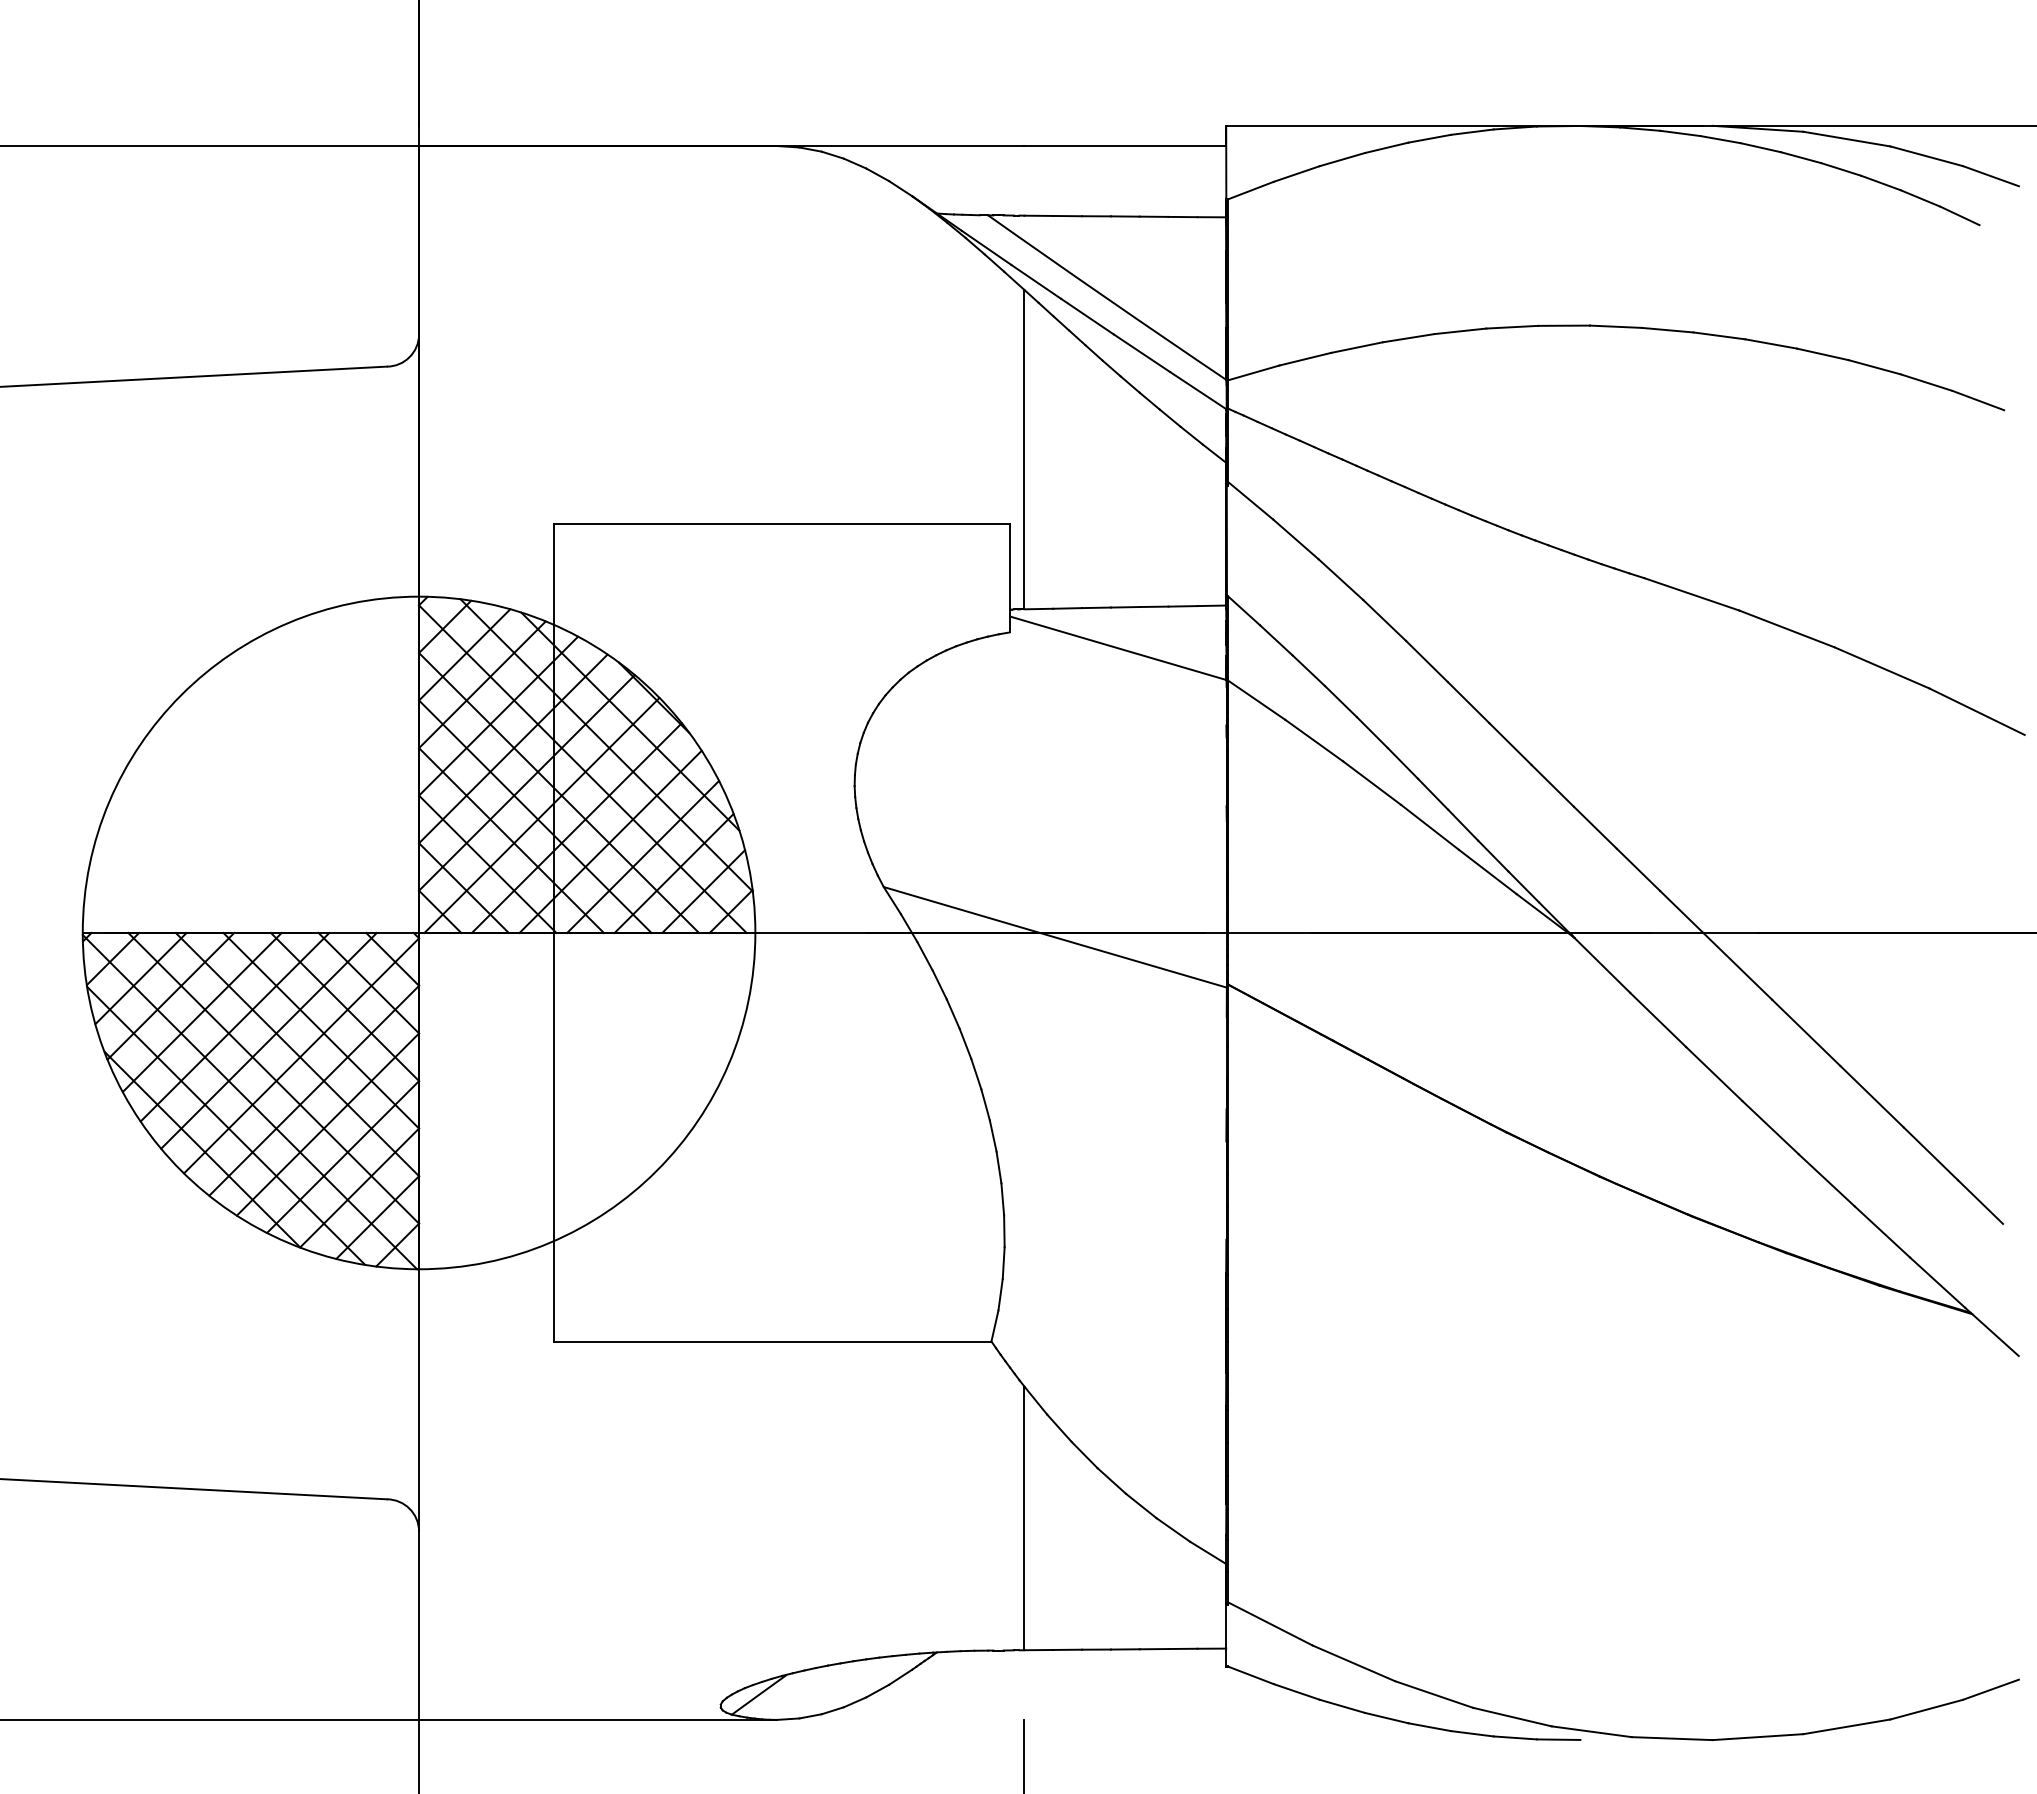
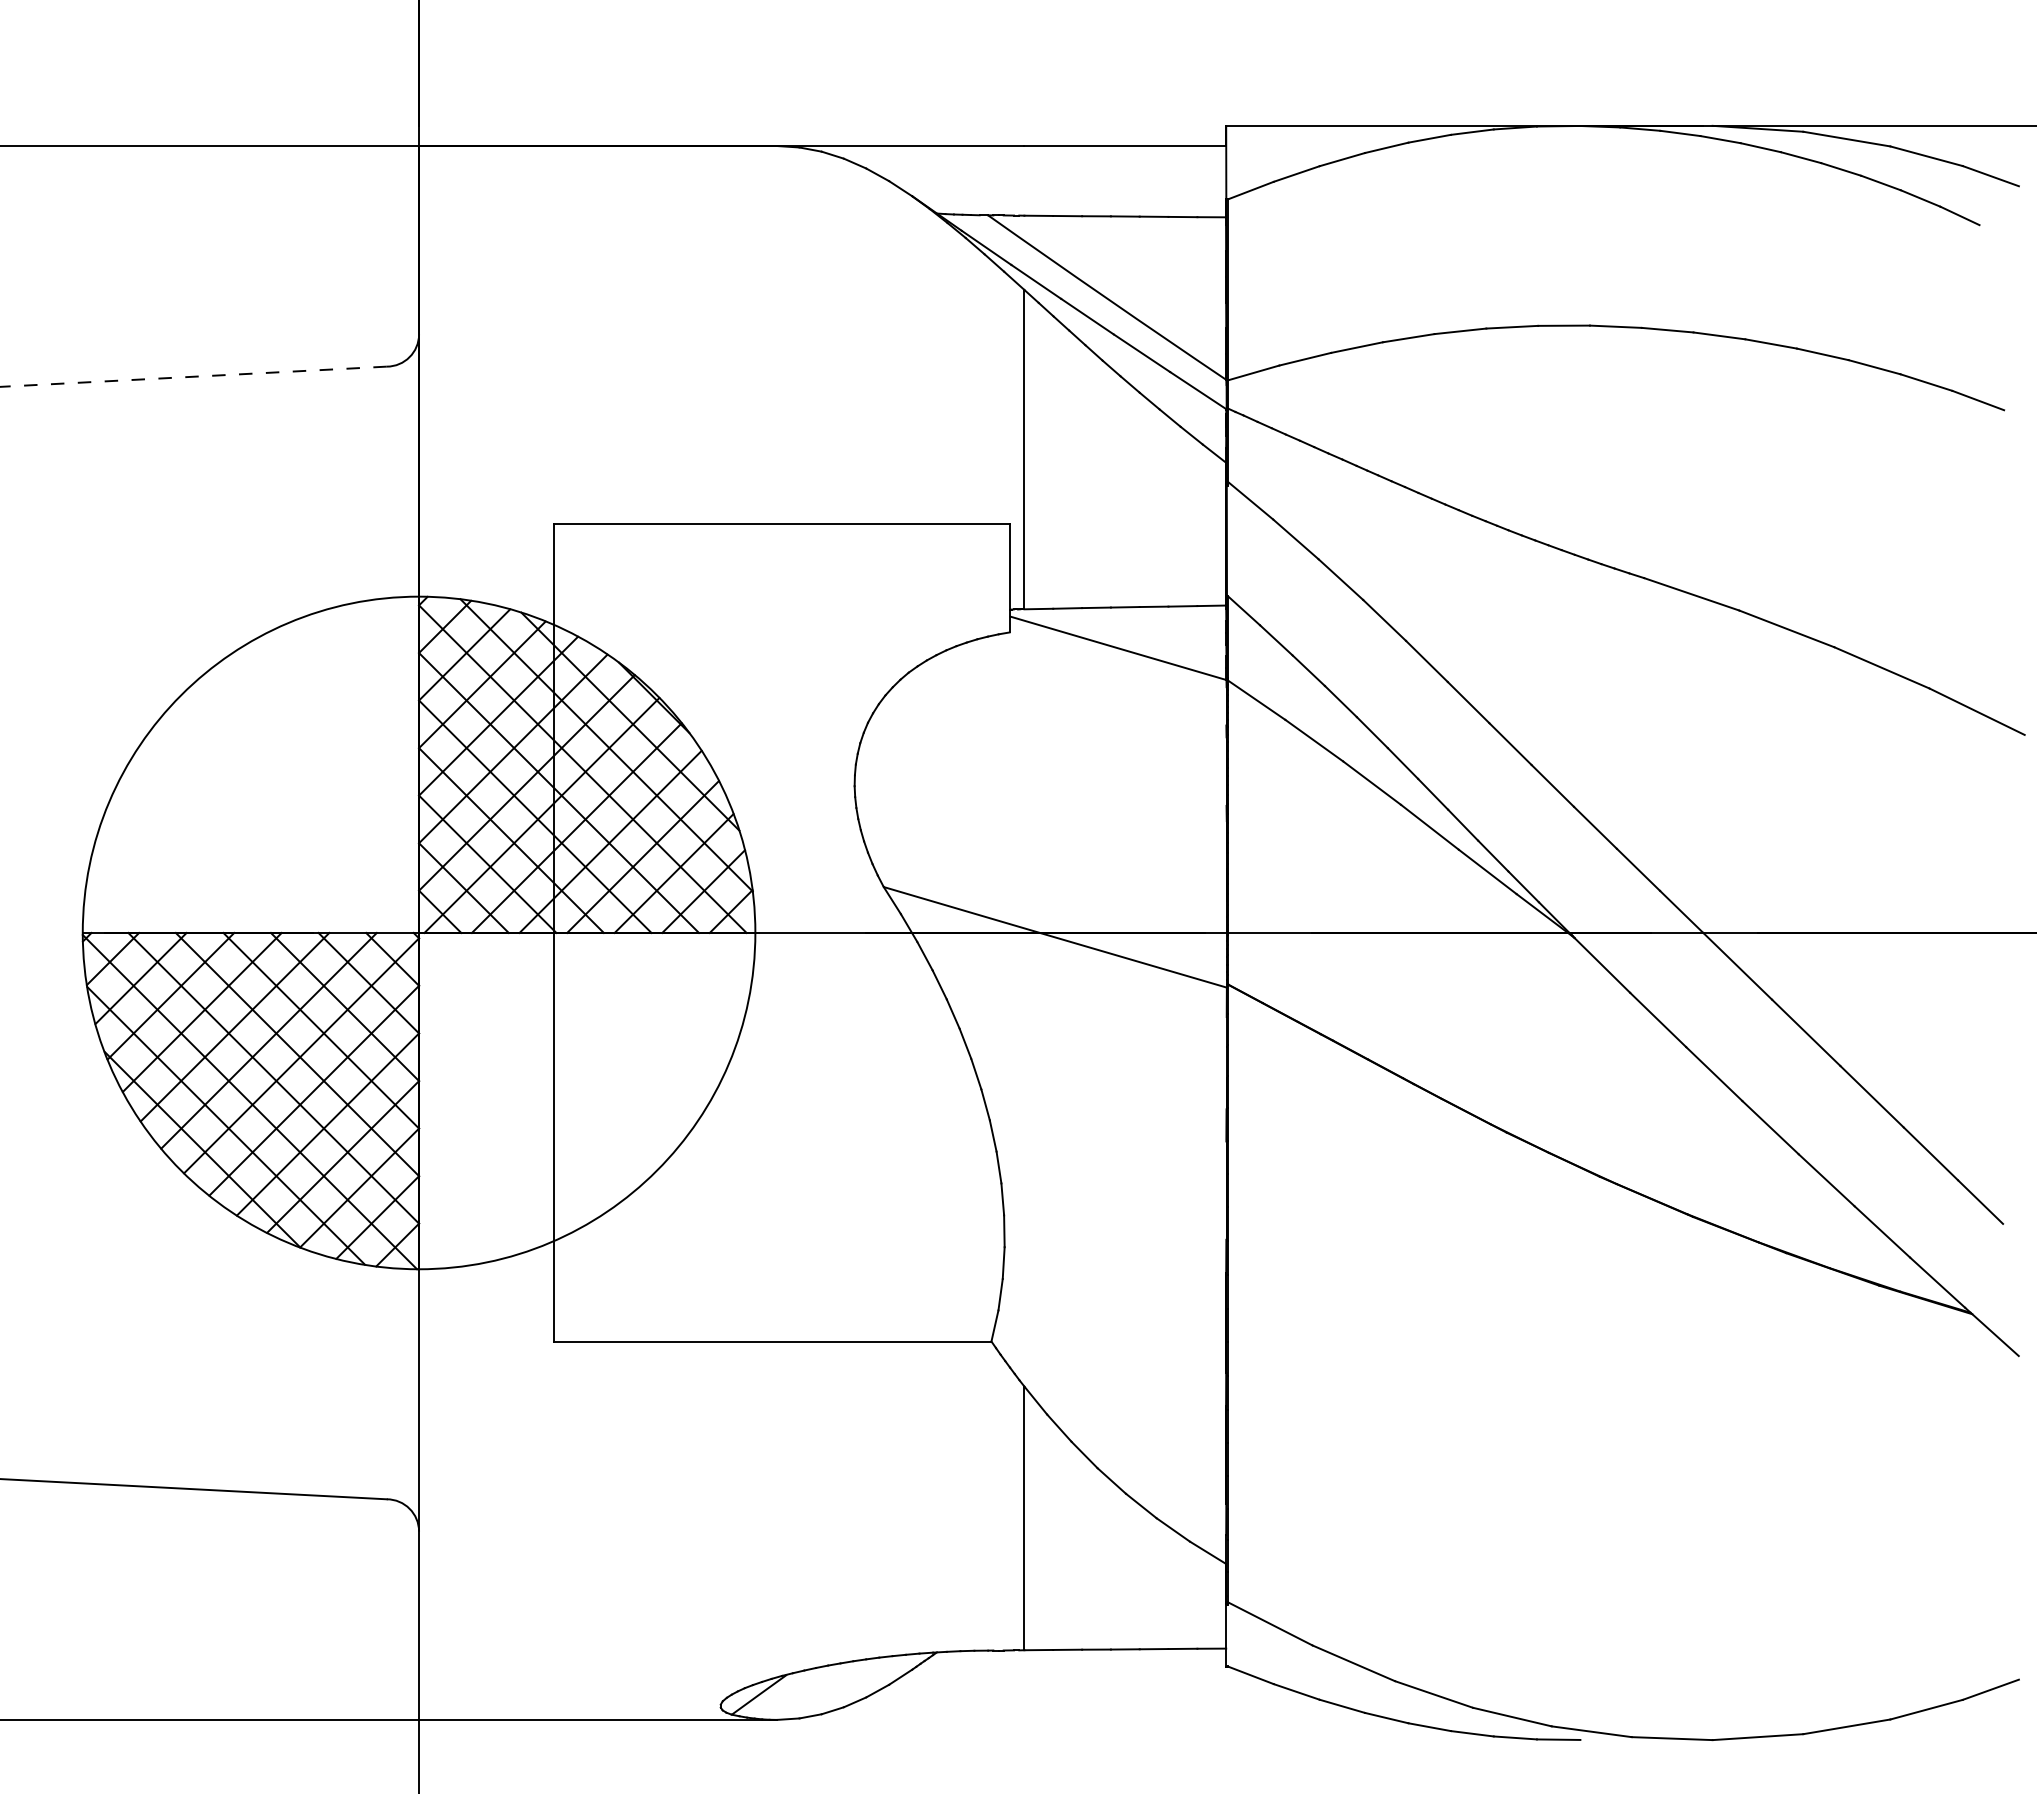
line at (193, 376): solid -> dashed
line at (1024, 1754): present -> none
